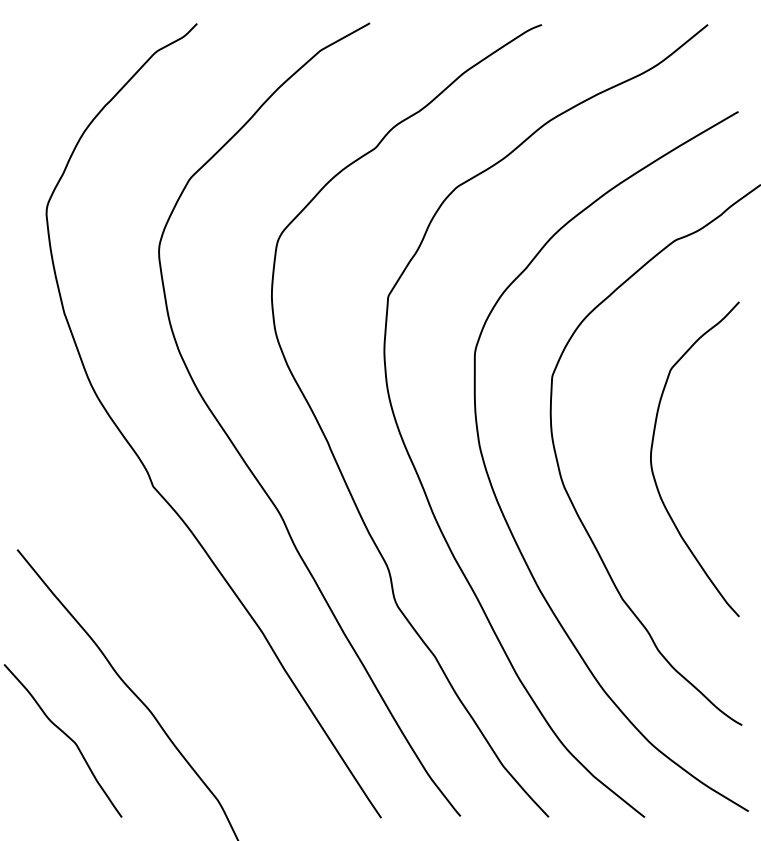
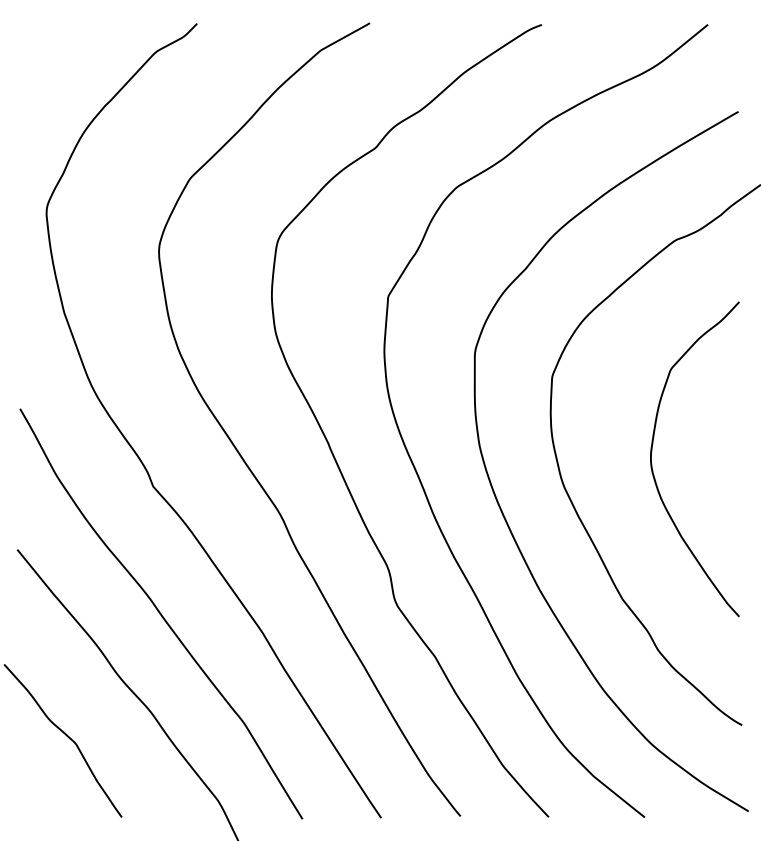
curve at (161, 613): none -> present
